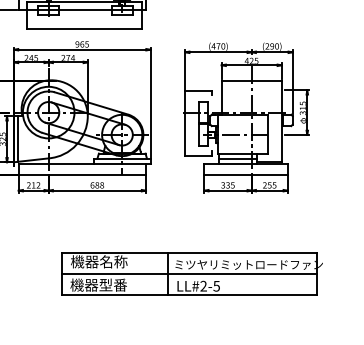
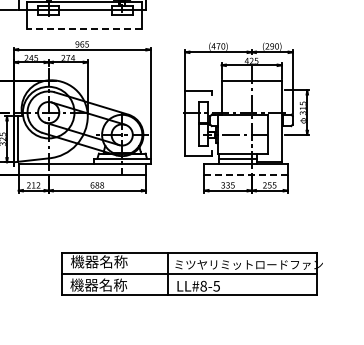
line at (84, 28): solid -> dashed
line at (246, 174): solid -> dashed
text at (113, 284): 機器型番 -> 機器名称
text at (203, 286): LL#2-5 -> LL#8-5
